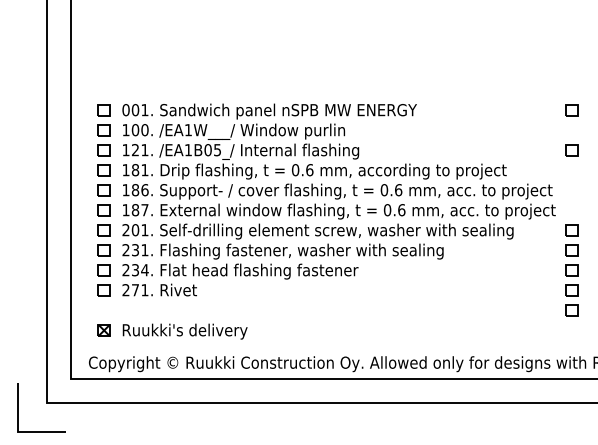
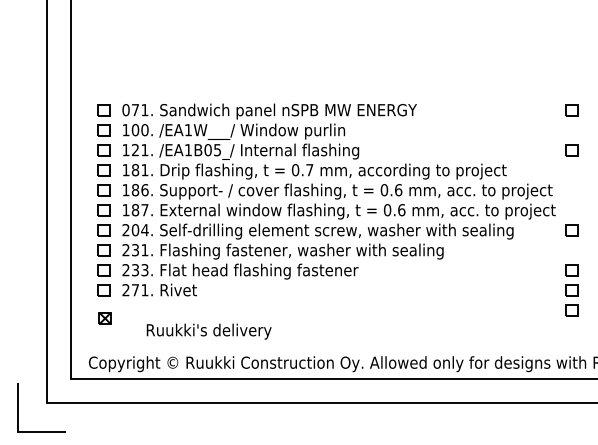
text at (135, 110): 001. -> 071.
text at (309, 170): 0.6 -> 0.7
text at (144, 230): 201. -> 204.
part at (571, 250): present -> none
text at (144, 270): 234. -> 233.
part at (103, 330) position: (103, 330) -> (104, 318)
text at (184, 331) position: (184, 331) -> (208, 331)
